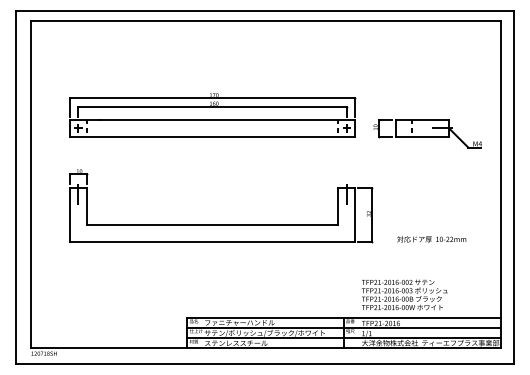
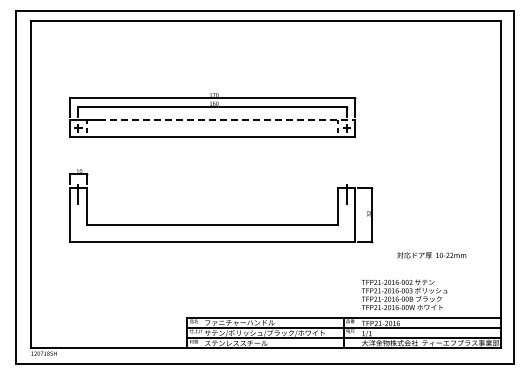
line at (227, 120): solid -> dashed
part at (427, 133): present -> none
text at (431, 239) position: (431, 239) -> (431, 255)
